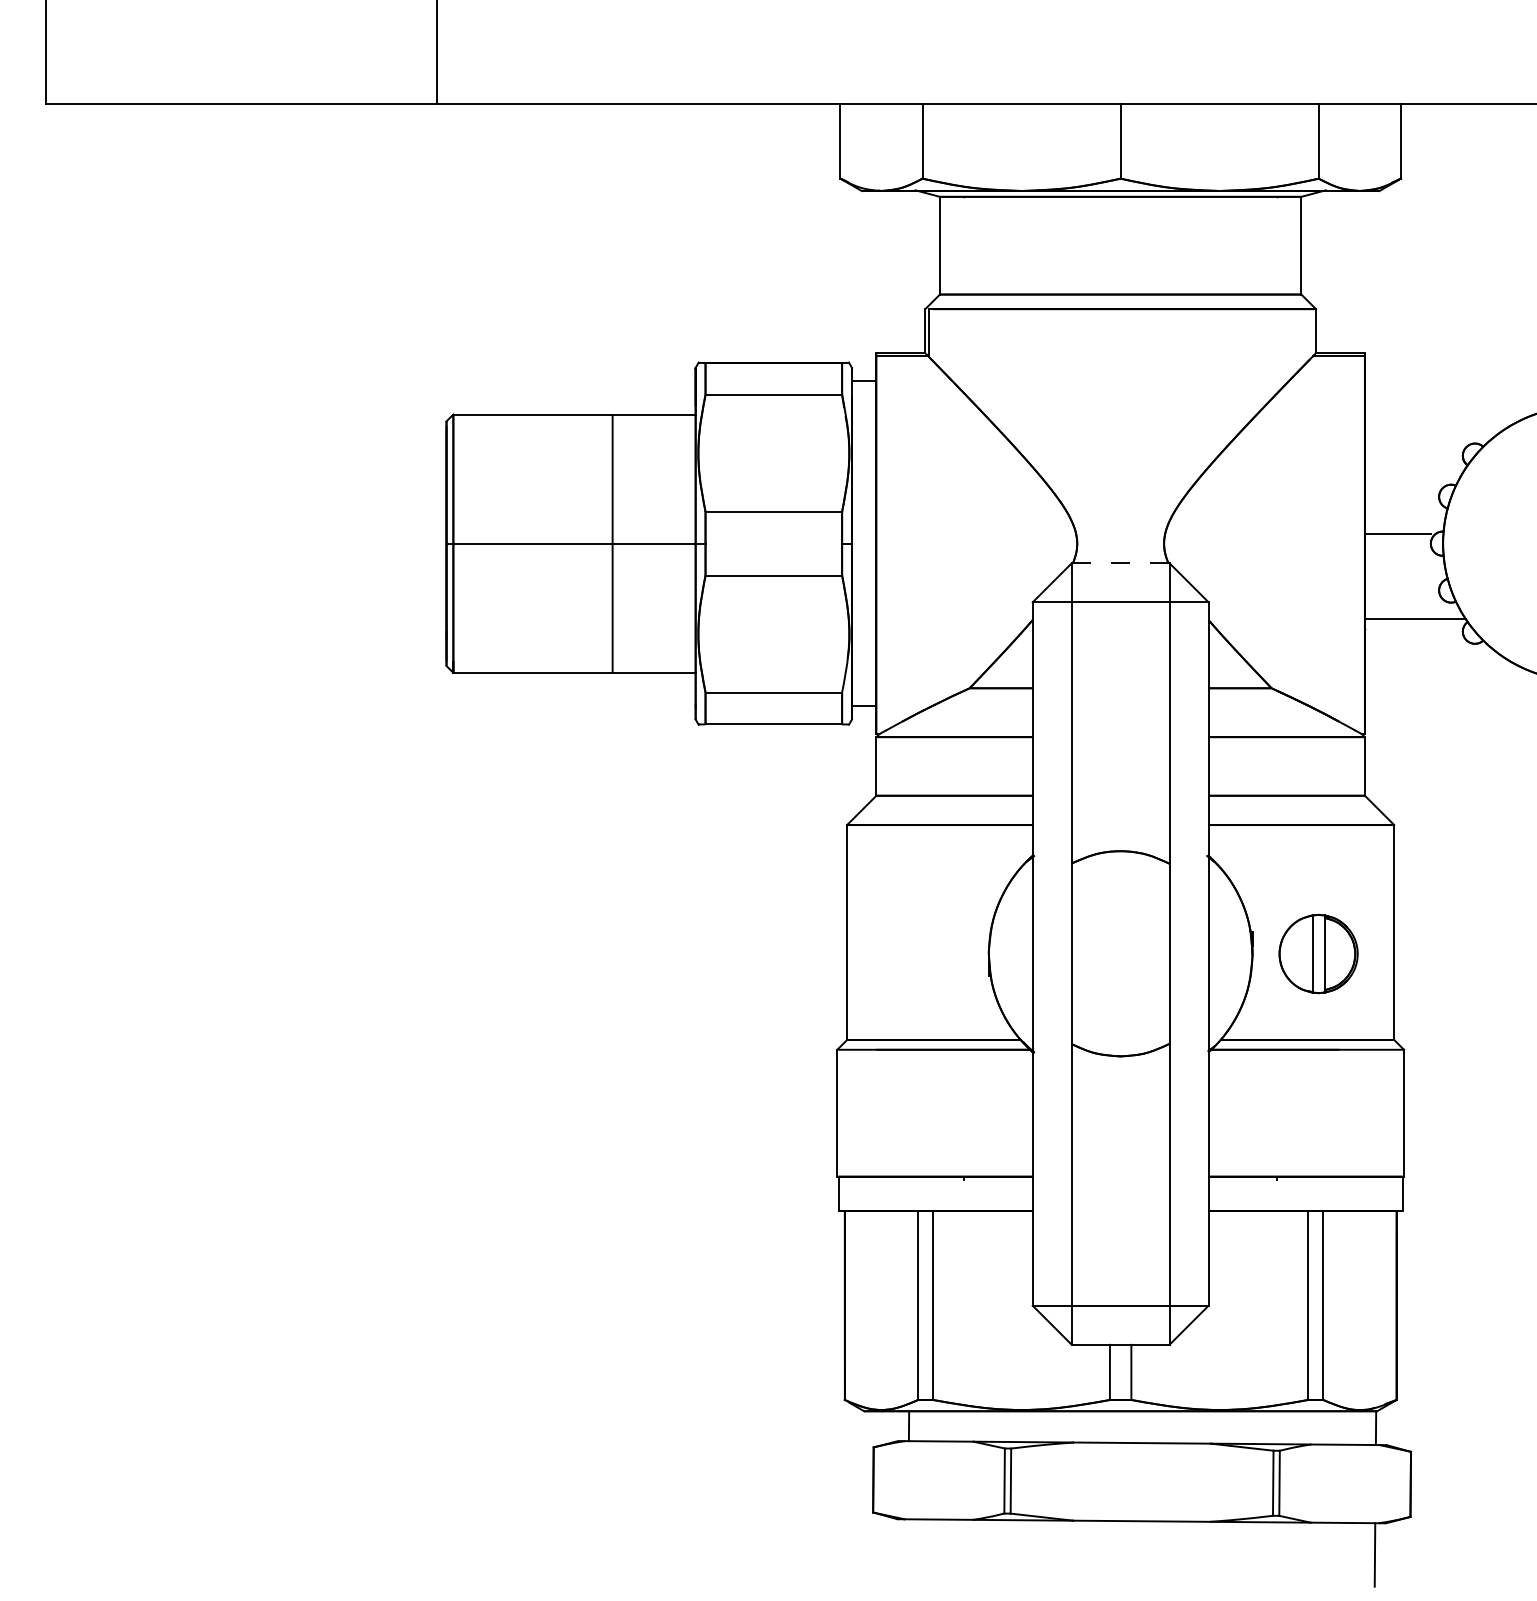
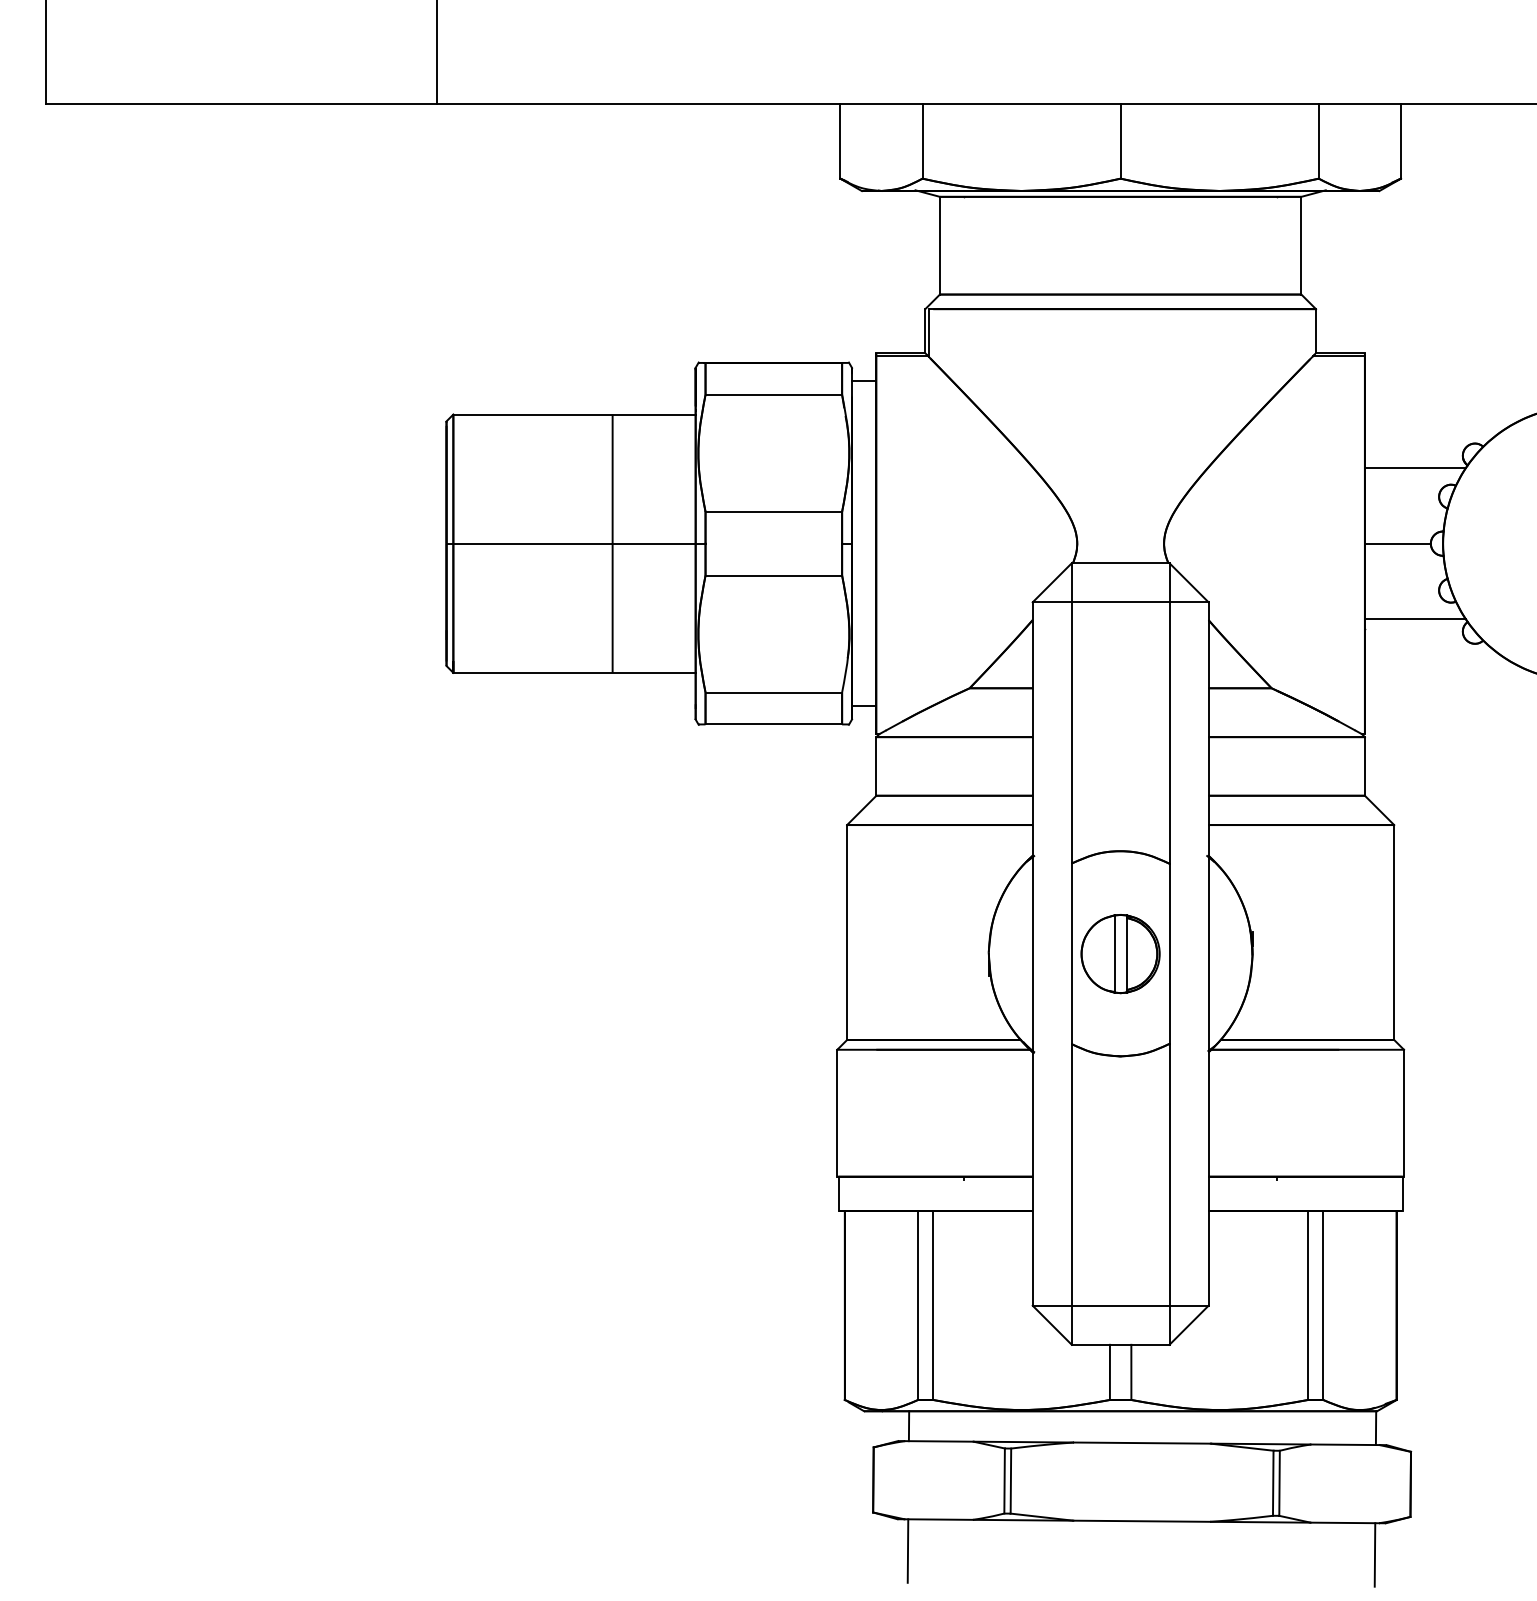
line at (1415, 467): none -> present
line at (1397, 533) position: (1397, 533) -> (1397, 543)
line at (1120, 563): dashed -> solid
part at (1318, 954) position: (1318, 954) -> (1120, 954)
line at (907, 1550): none -> present
